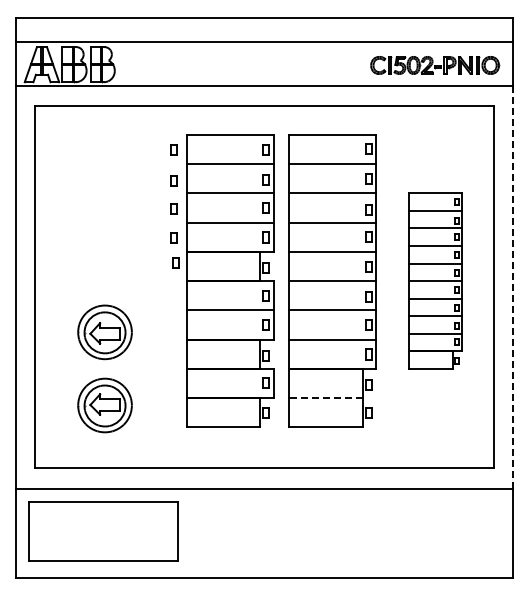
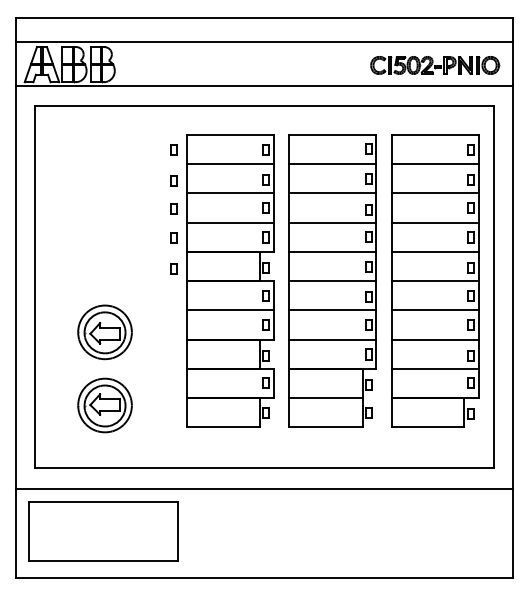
part at (175, 262) position: (175, 262) -> (173, 268)
part at (435, 280) size: 55x178 px -> 89x294 px
line at (513, 286): dashed -> solid
line at (325, 398): dashed -> solid
